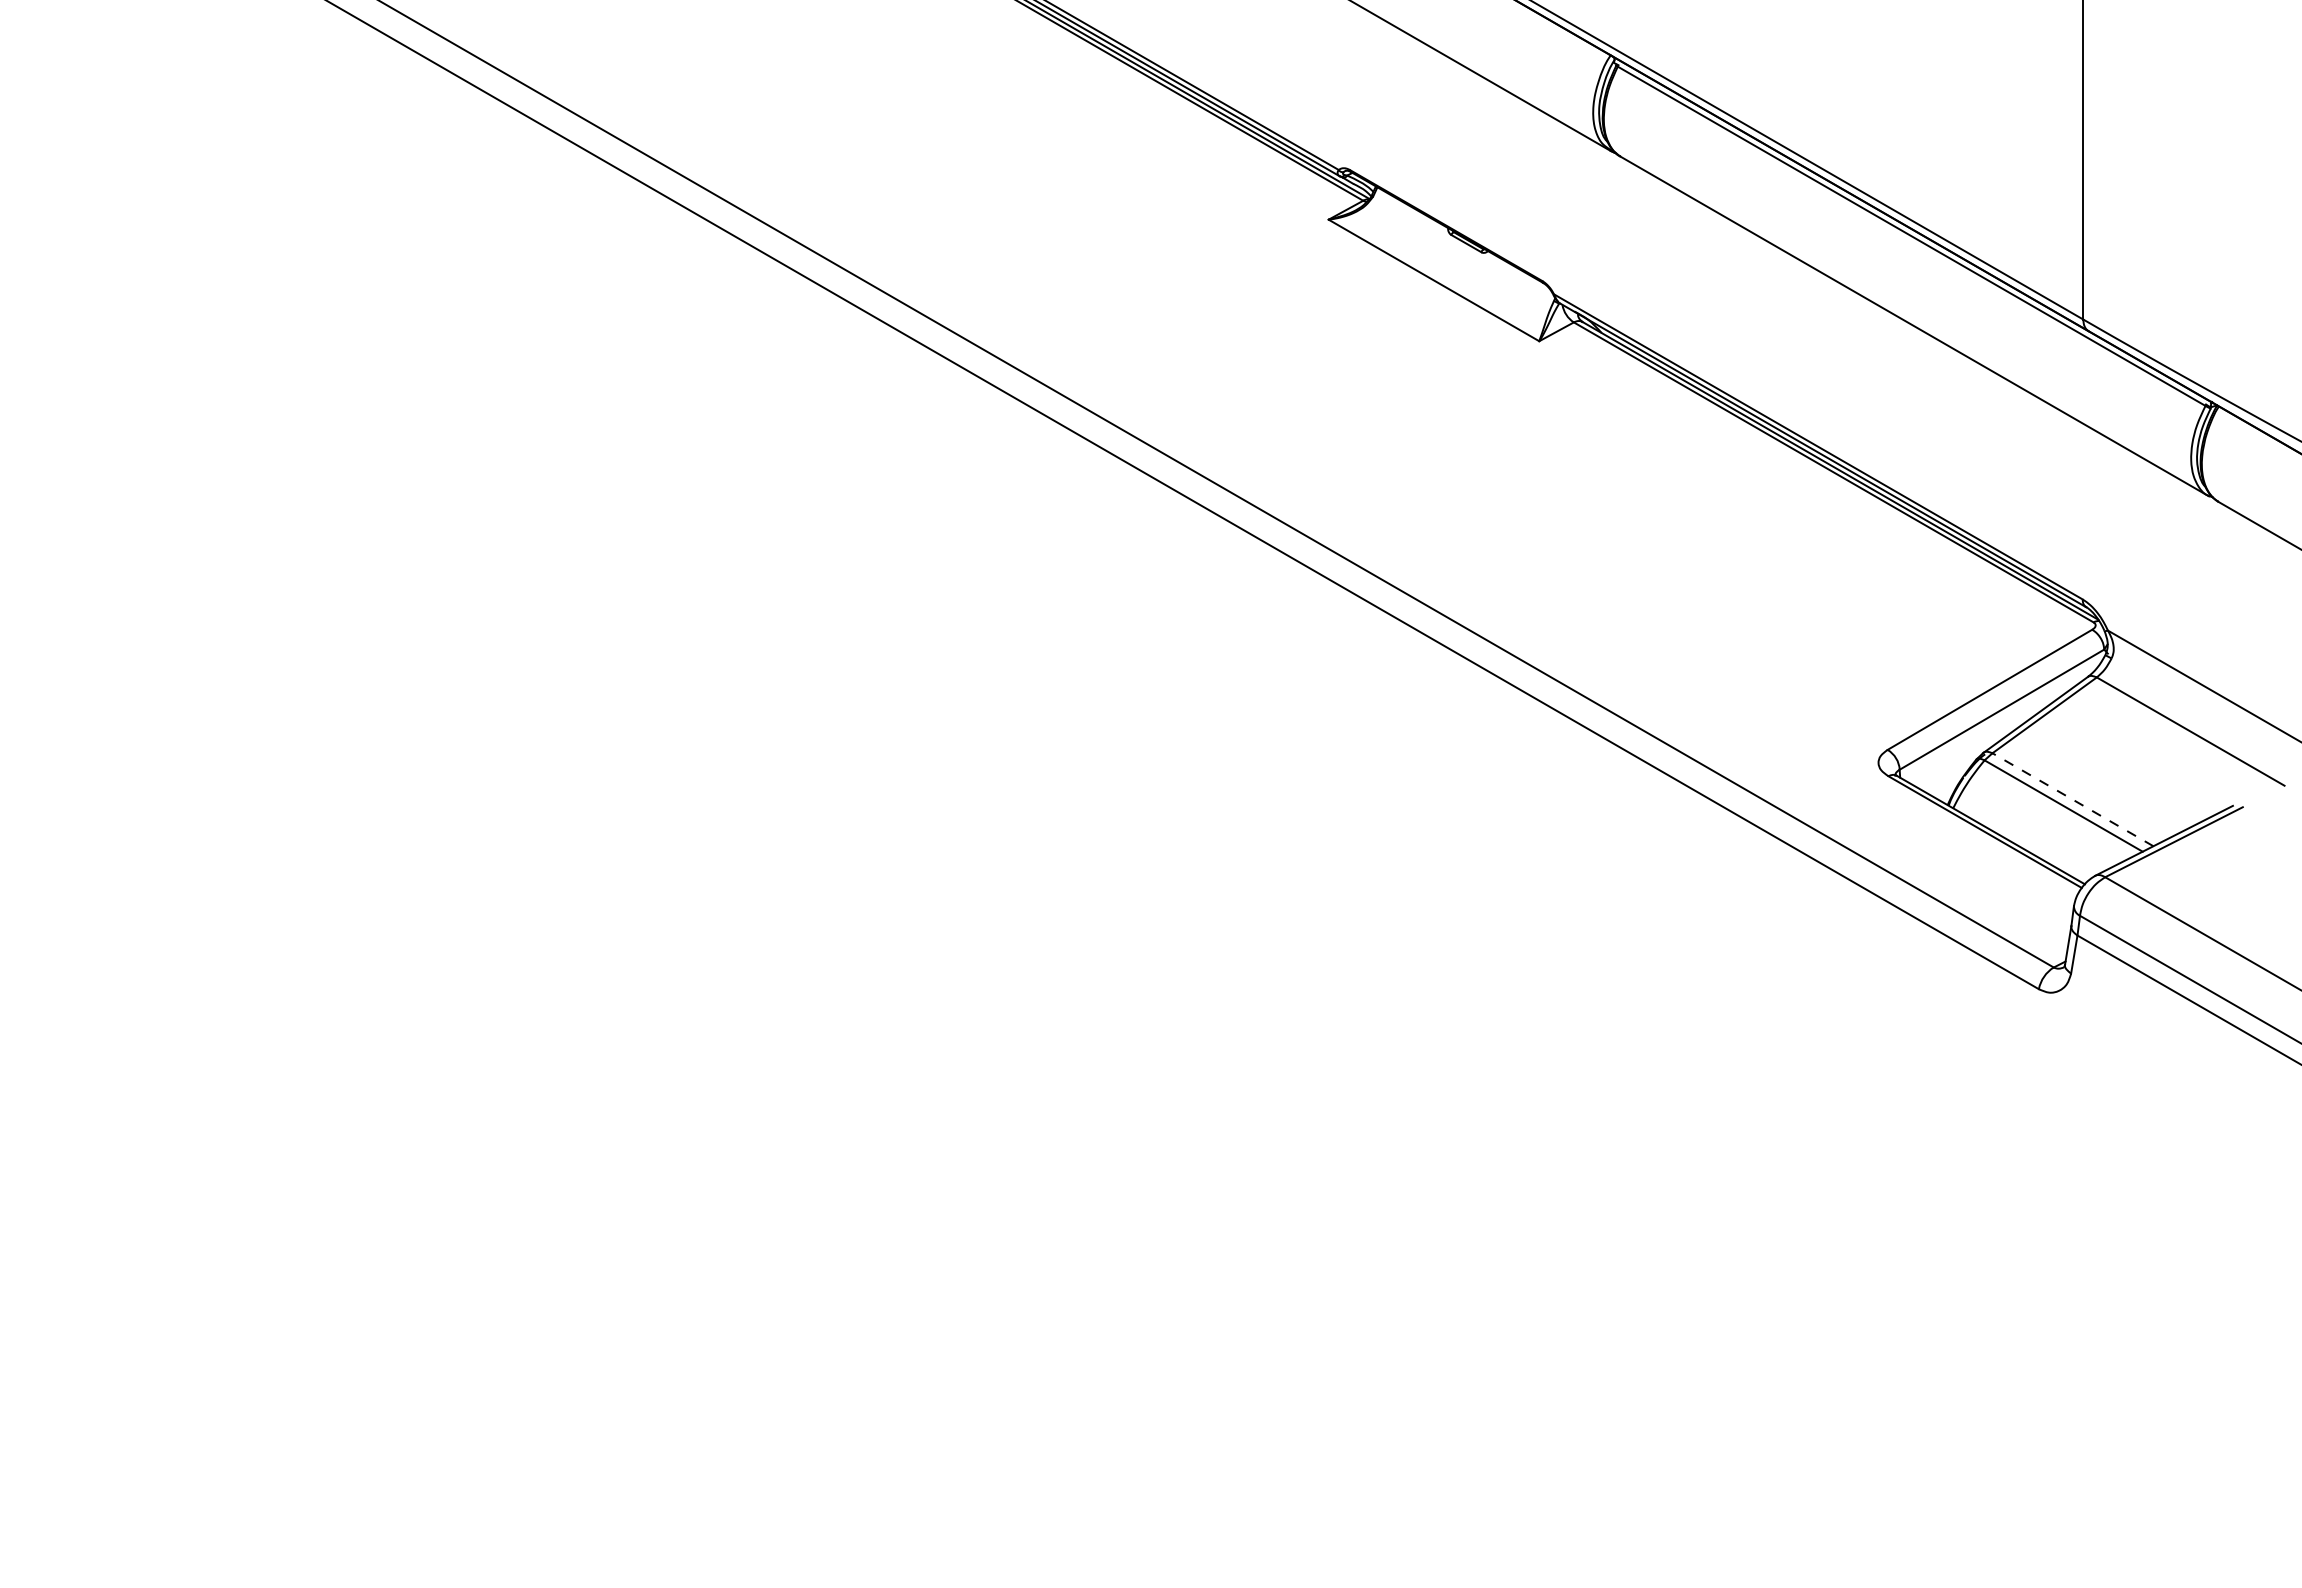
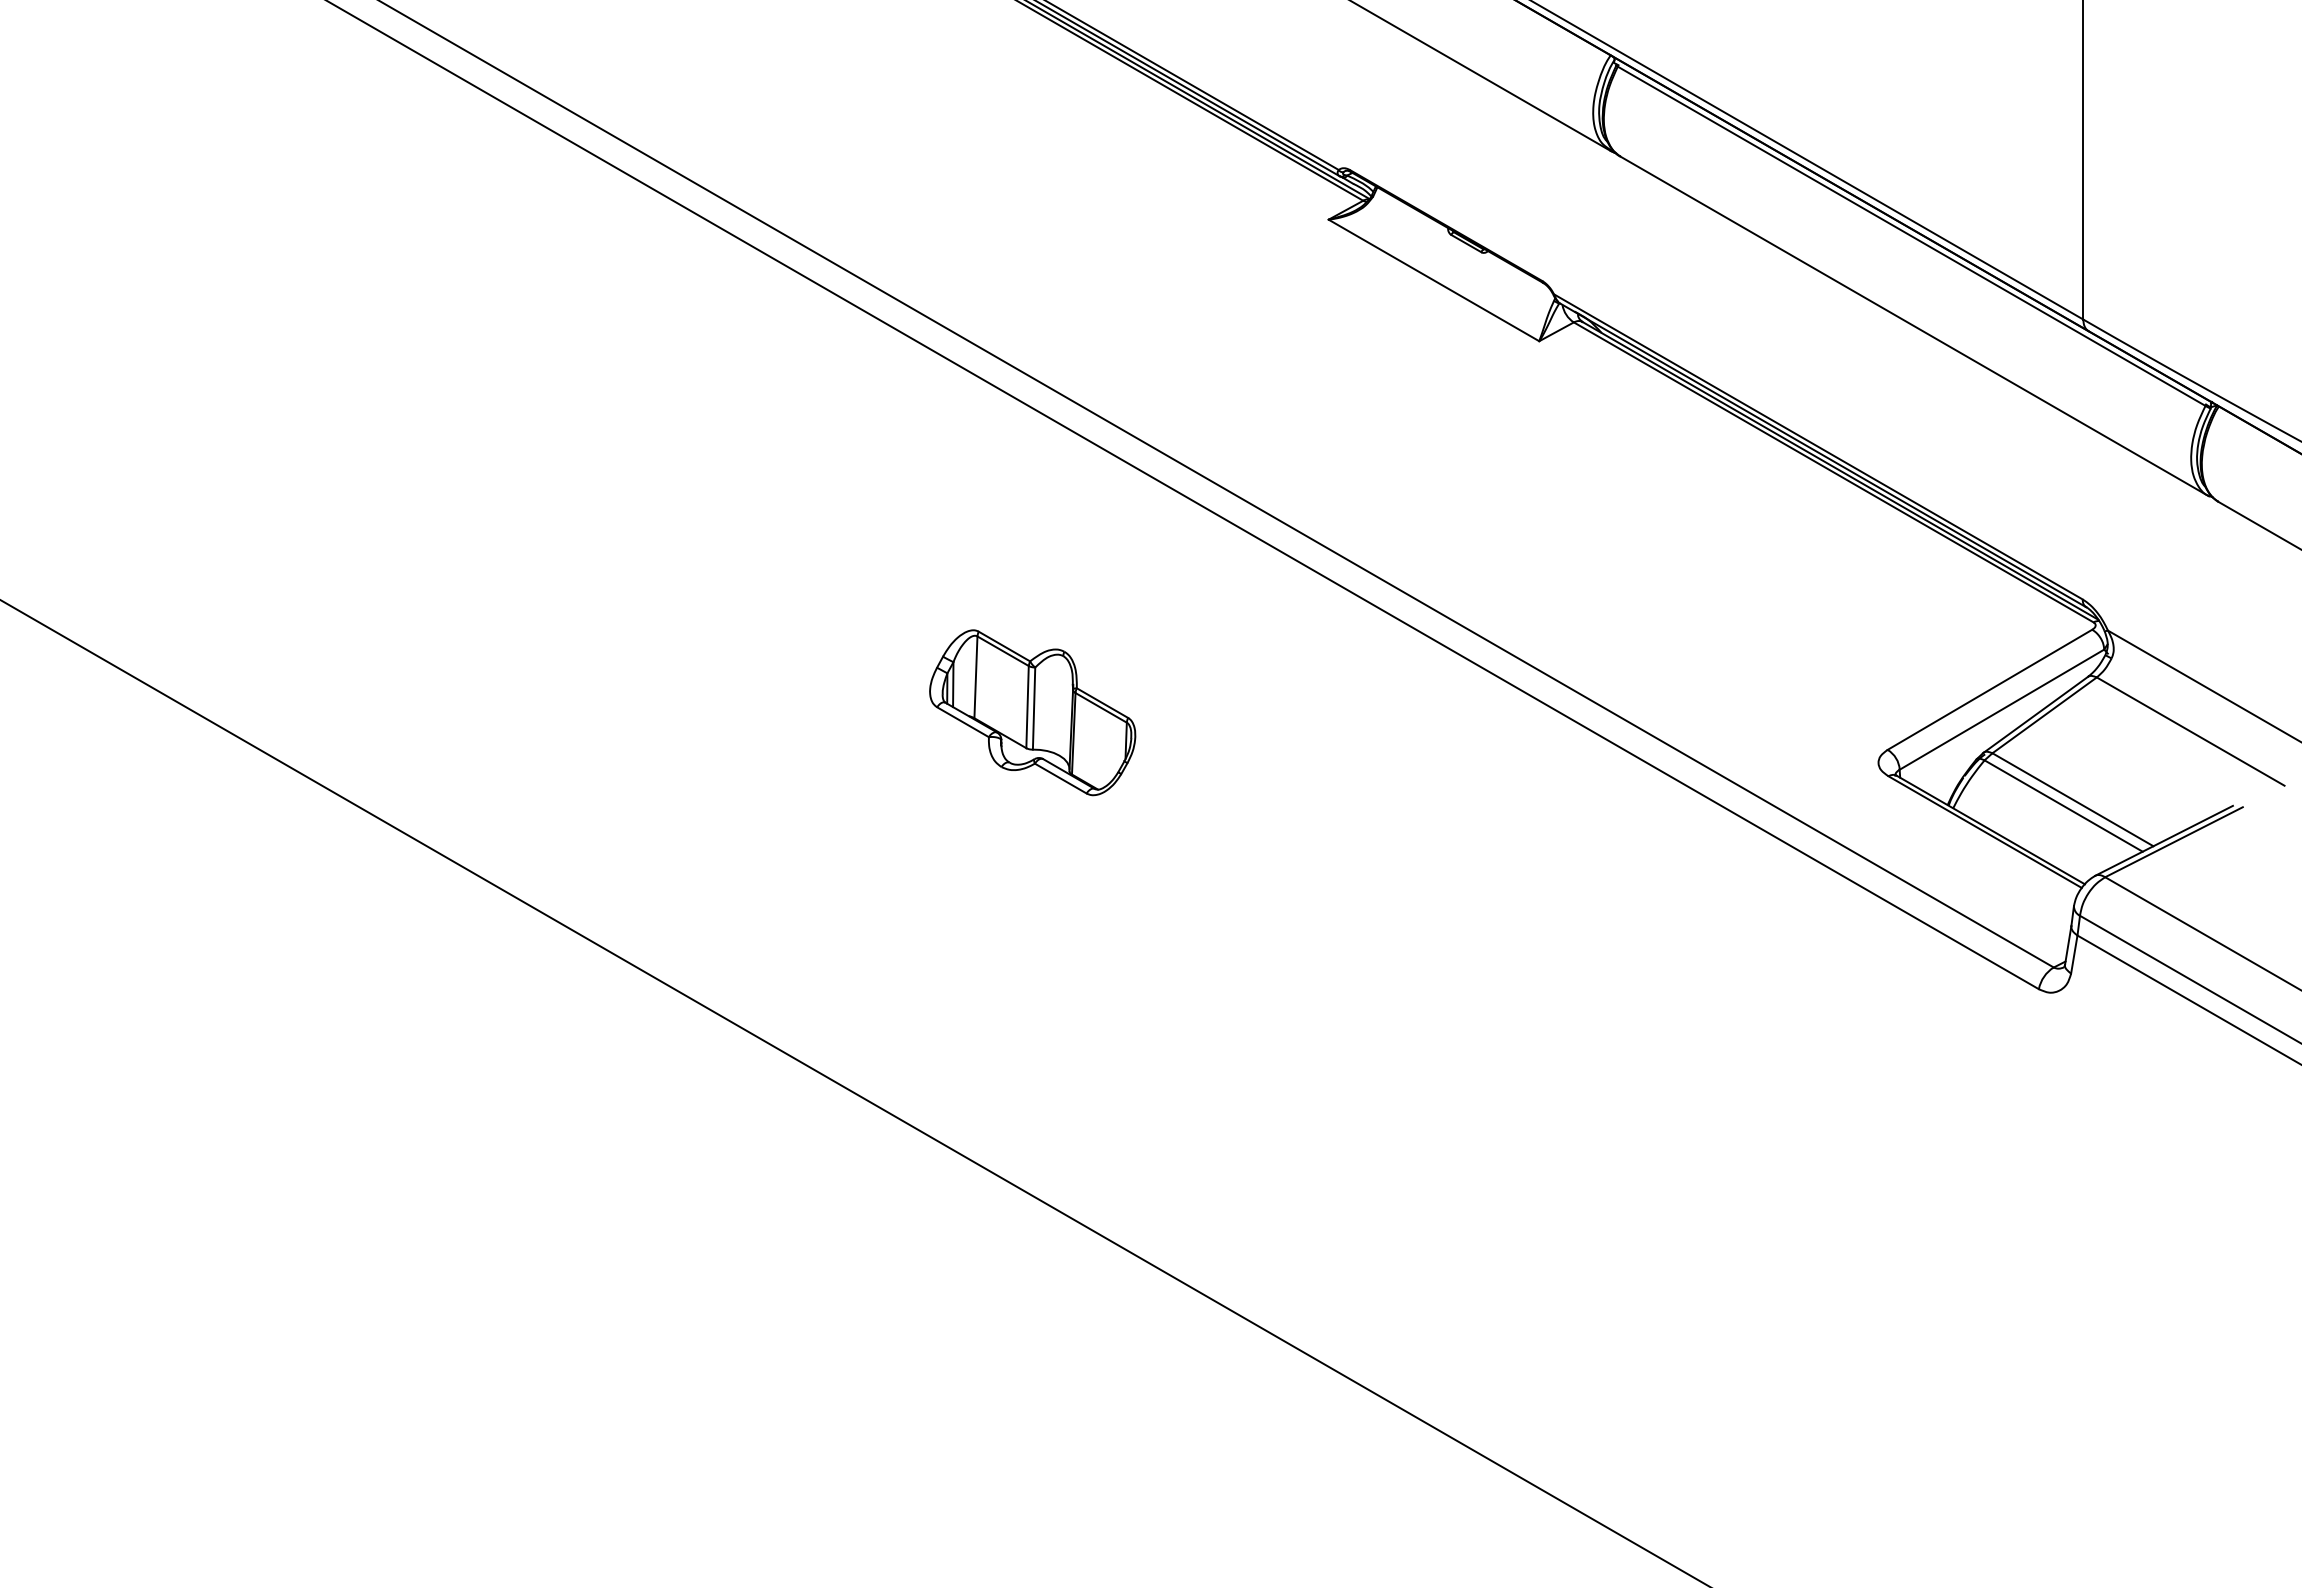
part at (1032, 712): none -> present
line at (2072, 799): dashed -> solid
line at (854, 1092): none -> present
